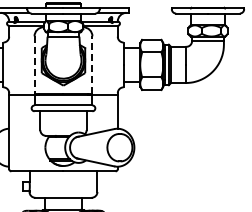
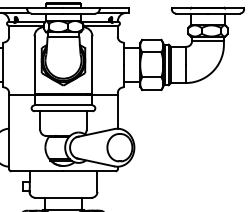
line at (34, 65): dashed -> solid
line at (92, 65): dashed -> solid
